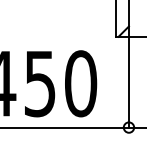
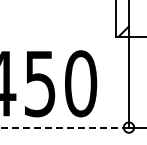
line at (64, 127): solid -> dashed
